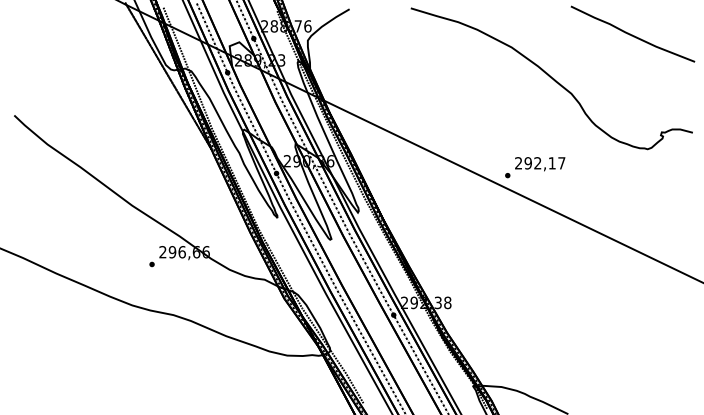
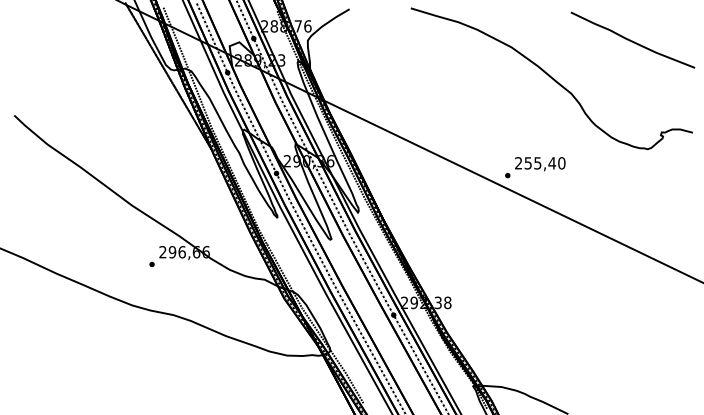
curve at (632, 34) position: (632, 34) -> (632, 40)
text at (544, 163): 292,17 -> 255,40
